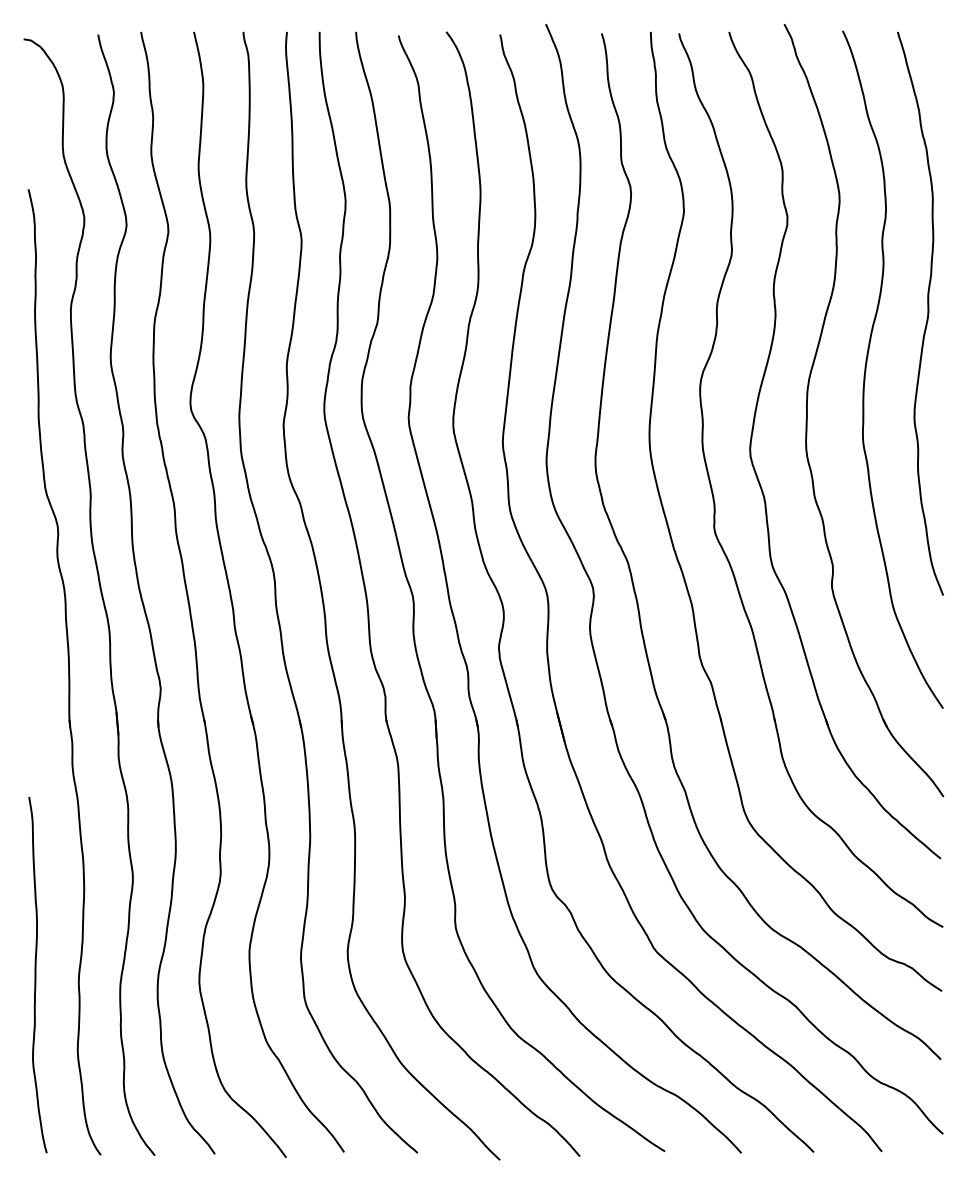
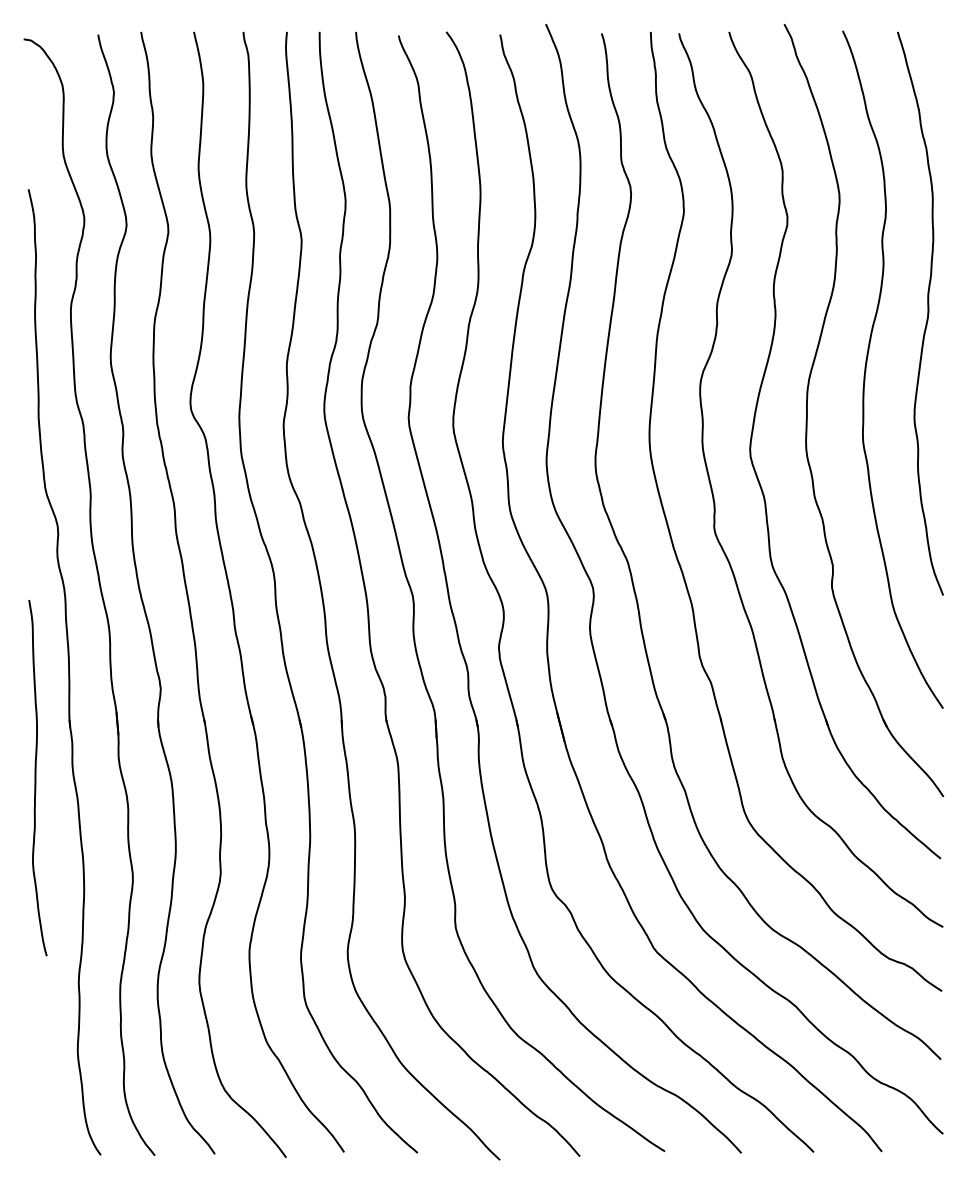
curve at (36, 975) position: (36, 975) -> (36, 778)
